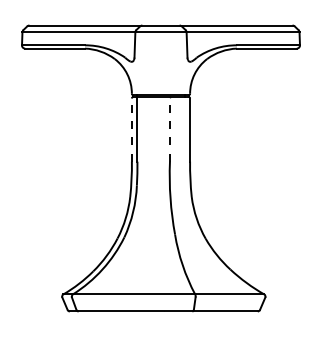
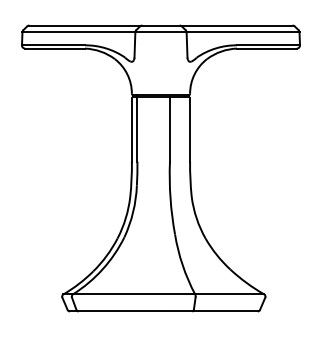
line at (169, 128): dashed -> solid
line at (131, 130): dashed -> solid
